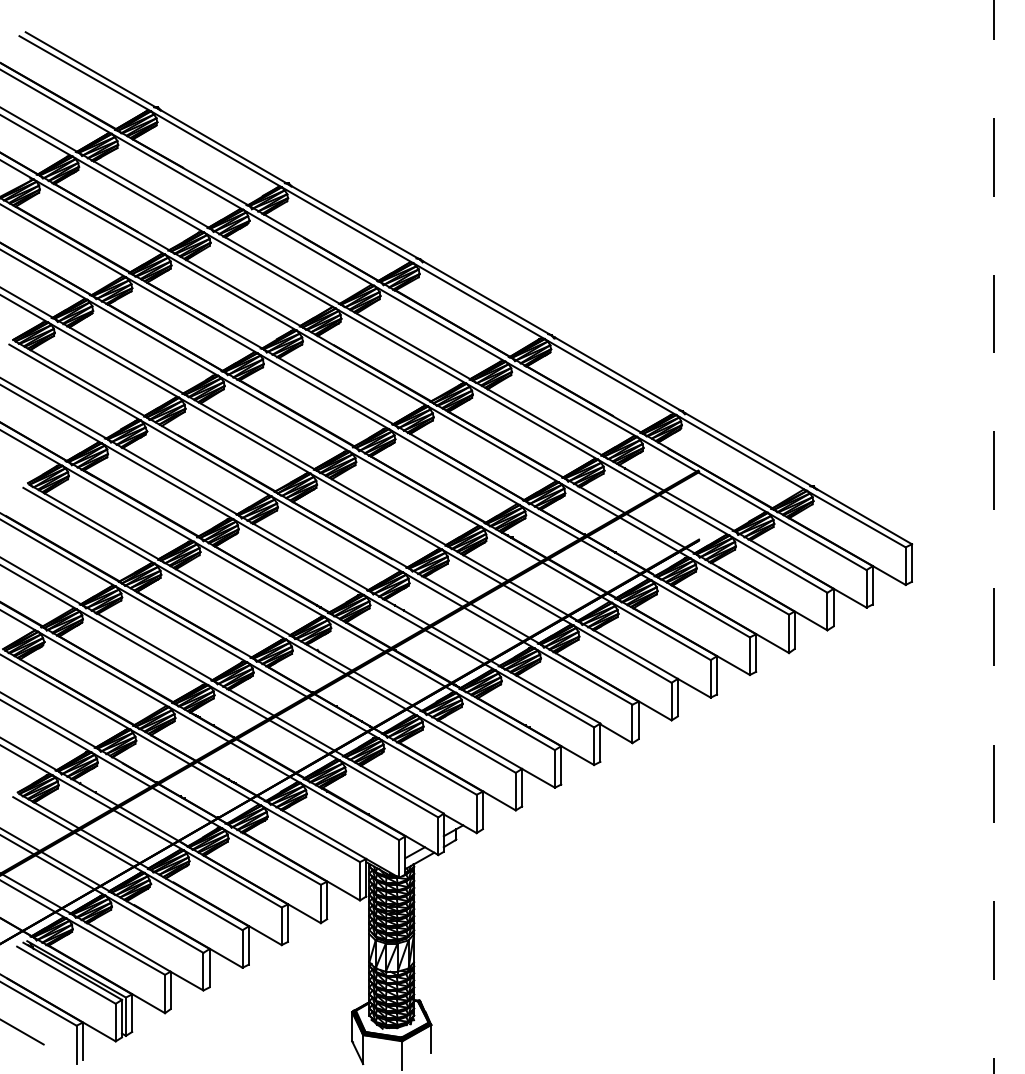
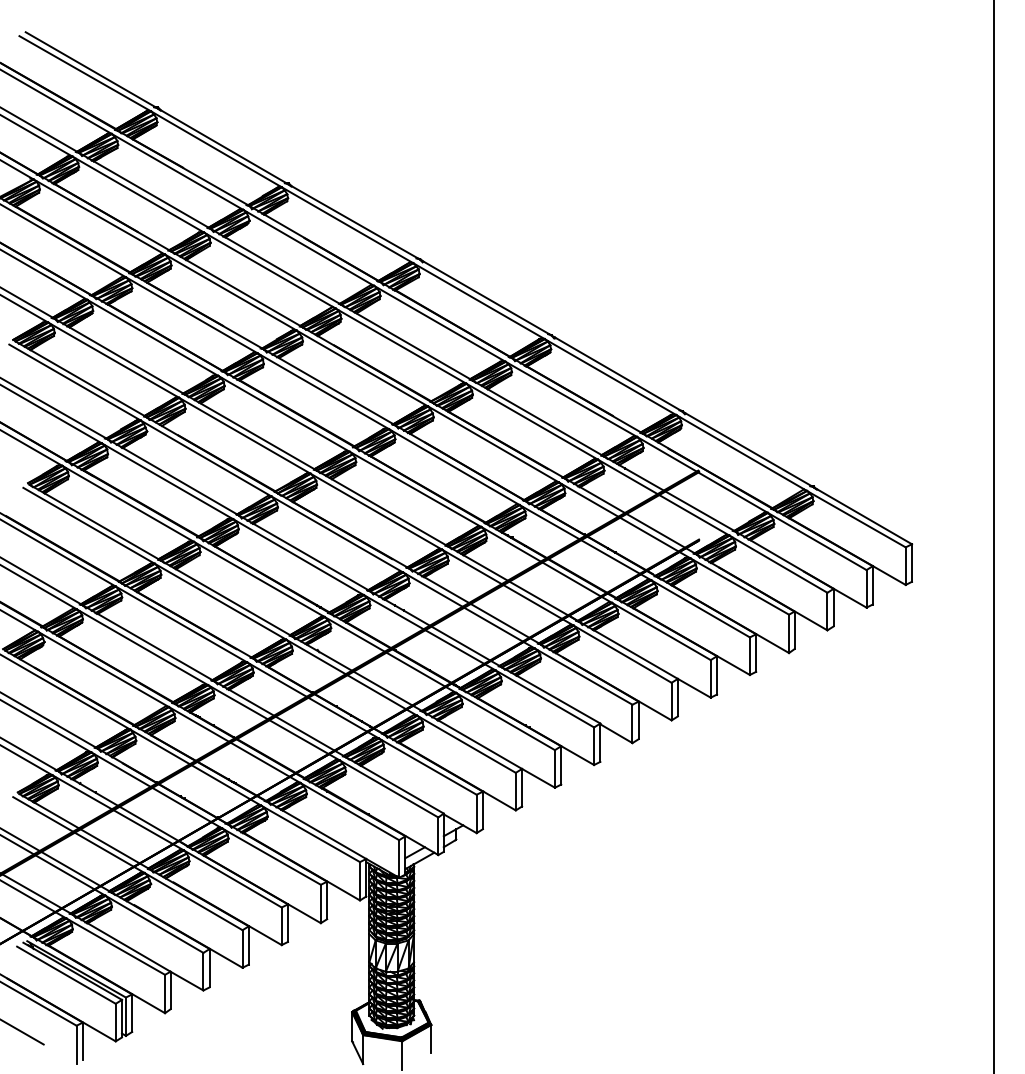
line at (994, 536): dashed -> solid
